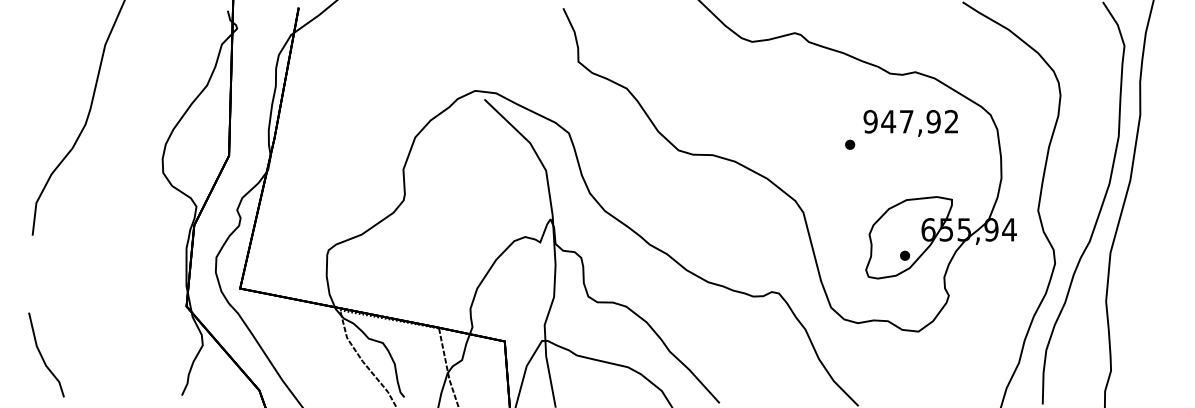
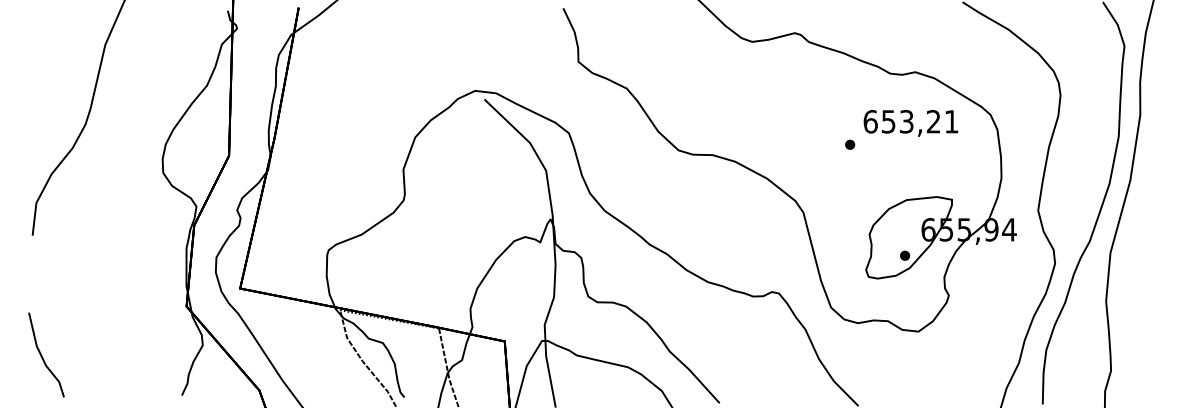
text at (910, 121): 947,92 -> 653,21
